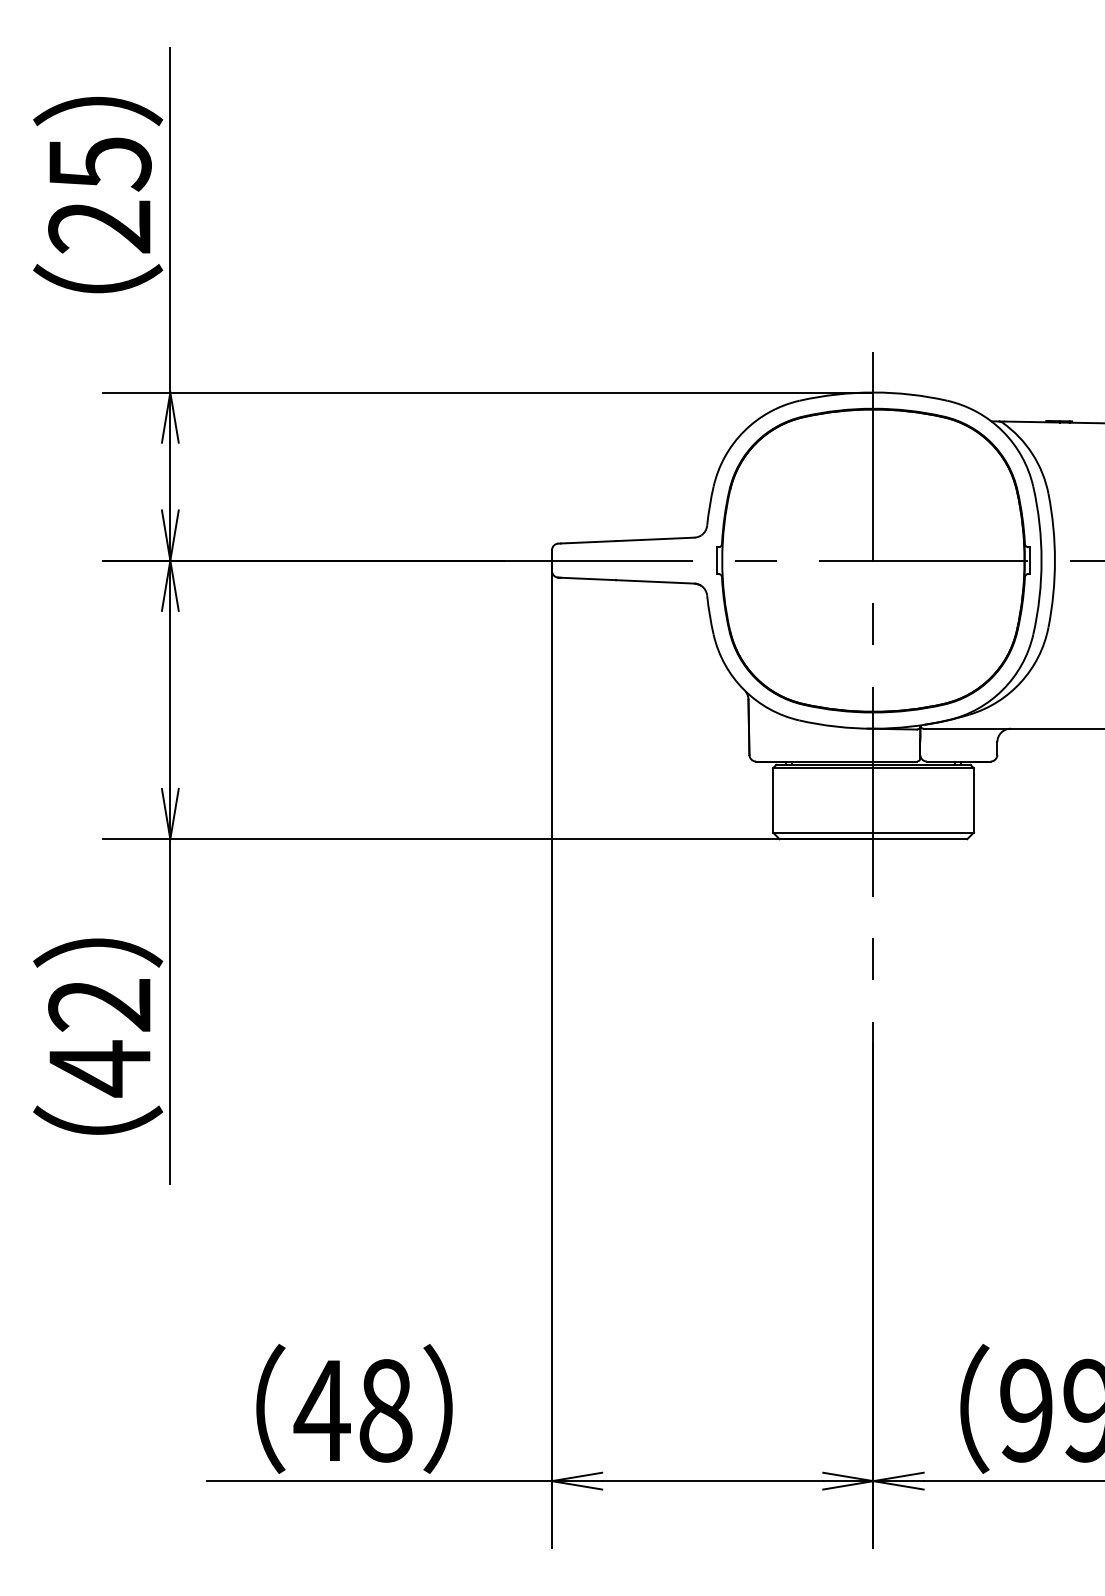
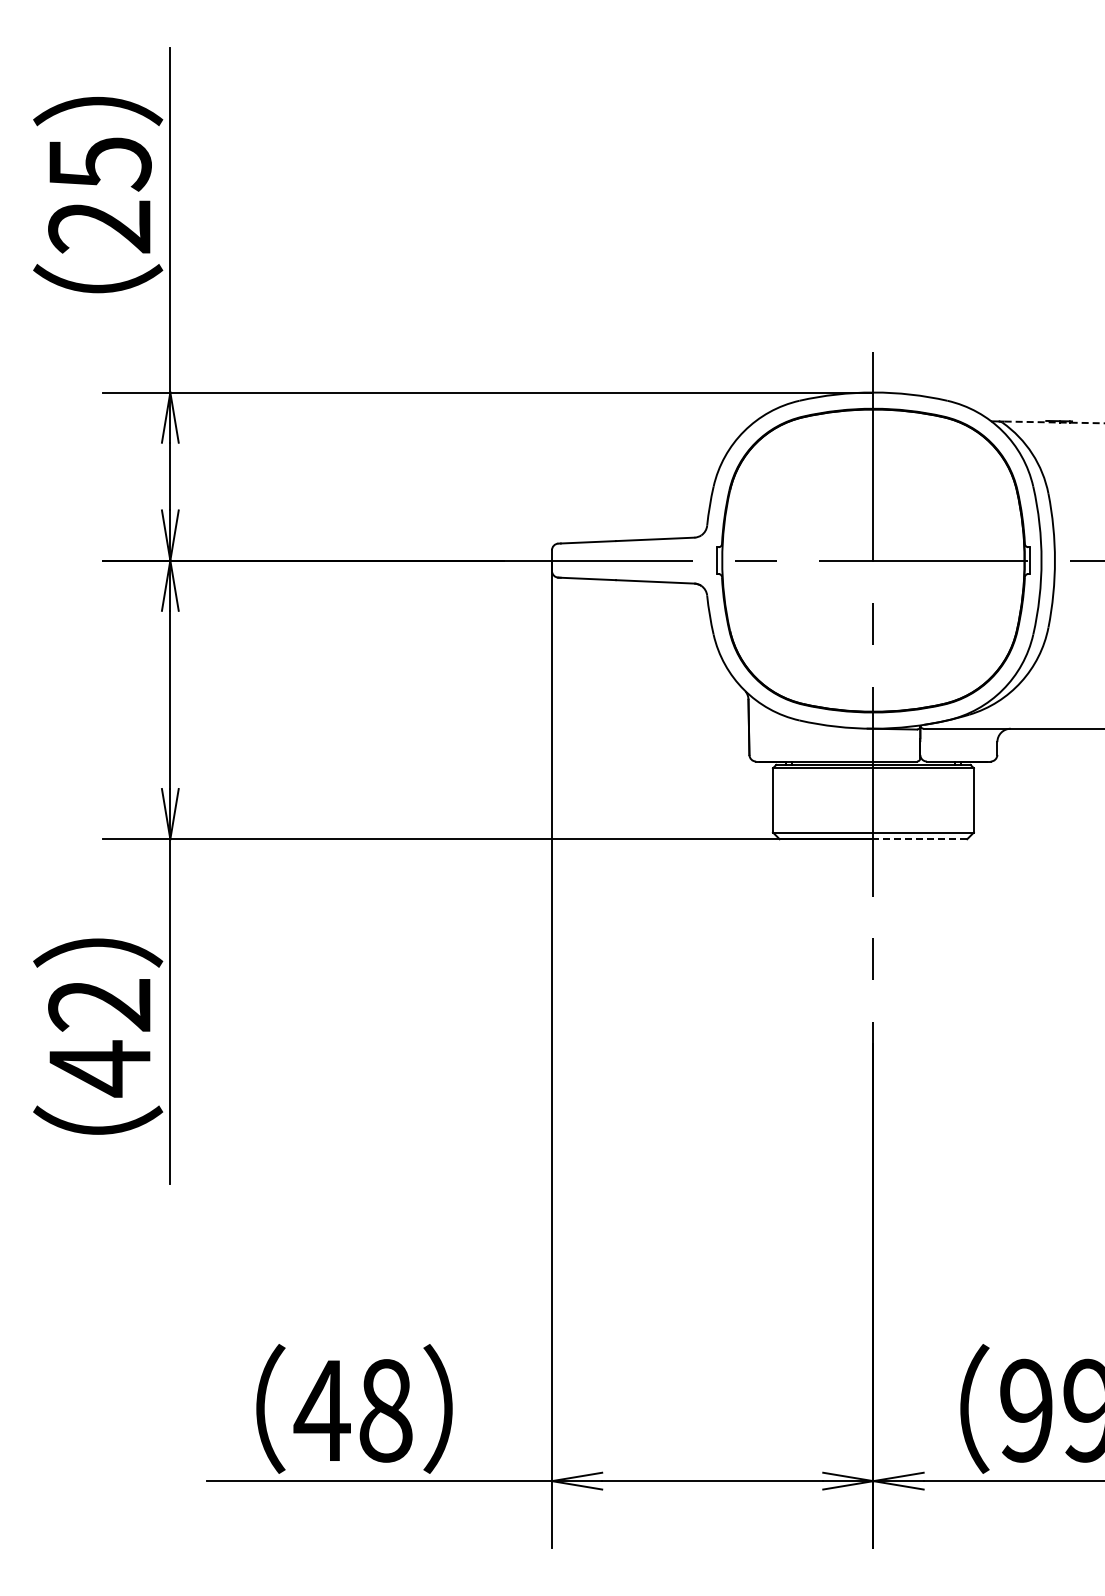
line at (1055, 422): solid -> dashed
line at (920, 839): solid -> dashed
